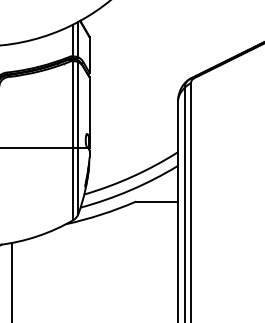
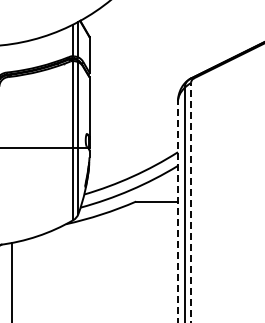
line at (191, 202): solid -> dashed
line at (177, 211): solid -> dashed
